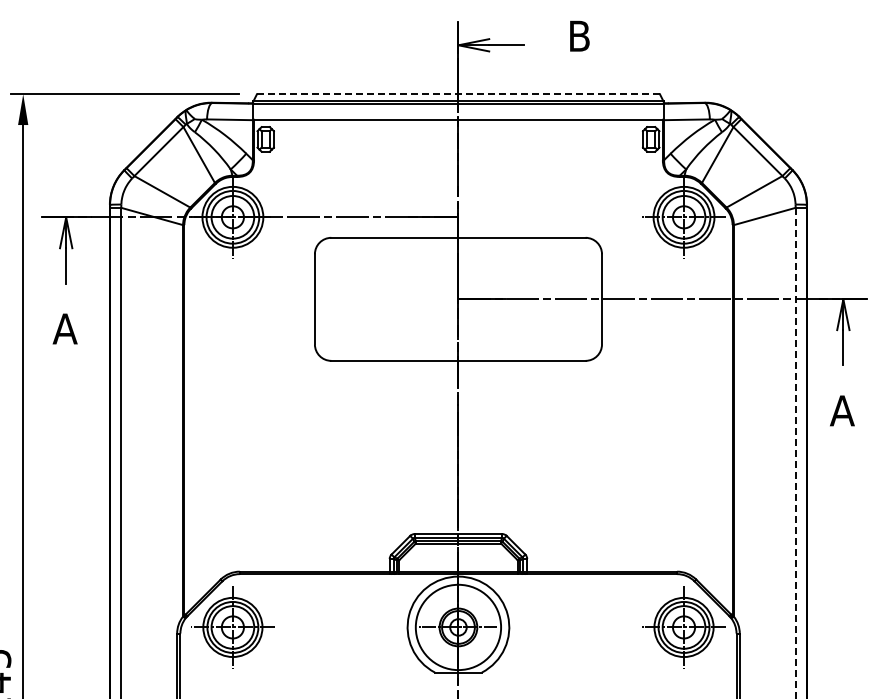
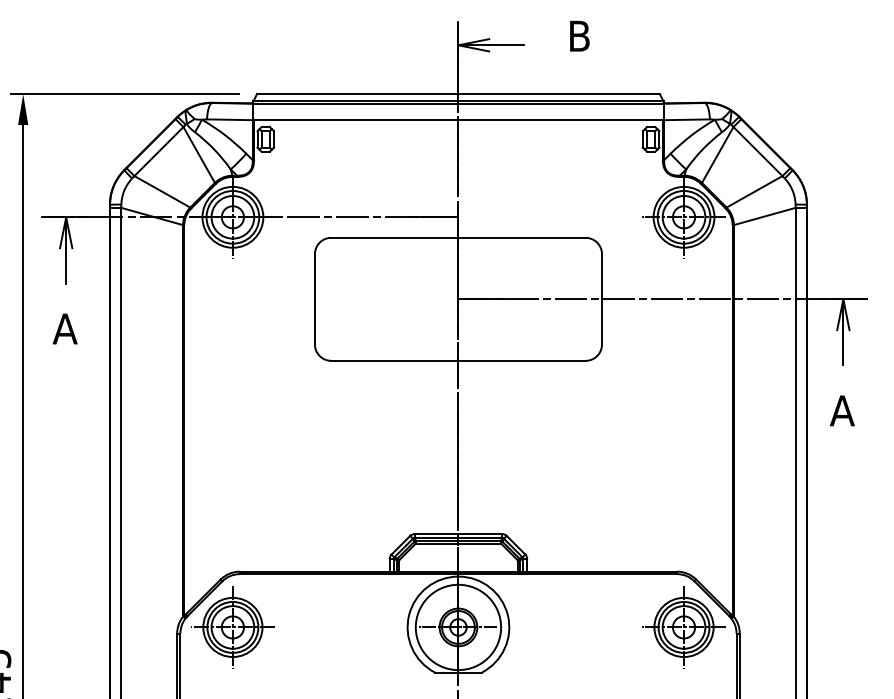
line at (458, 94): dashed -> solid
line at (795, 453): dashed -> solid
